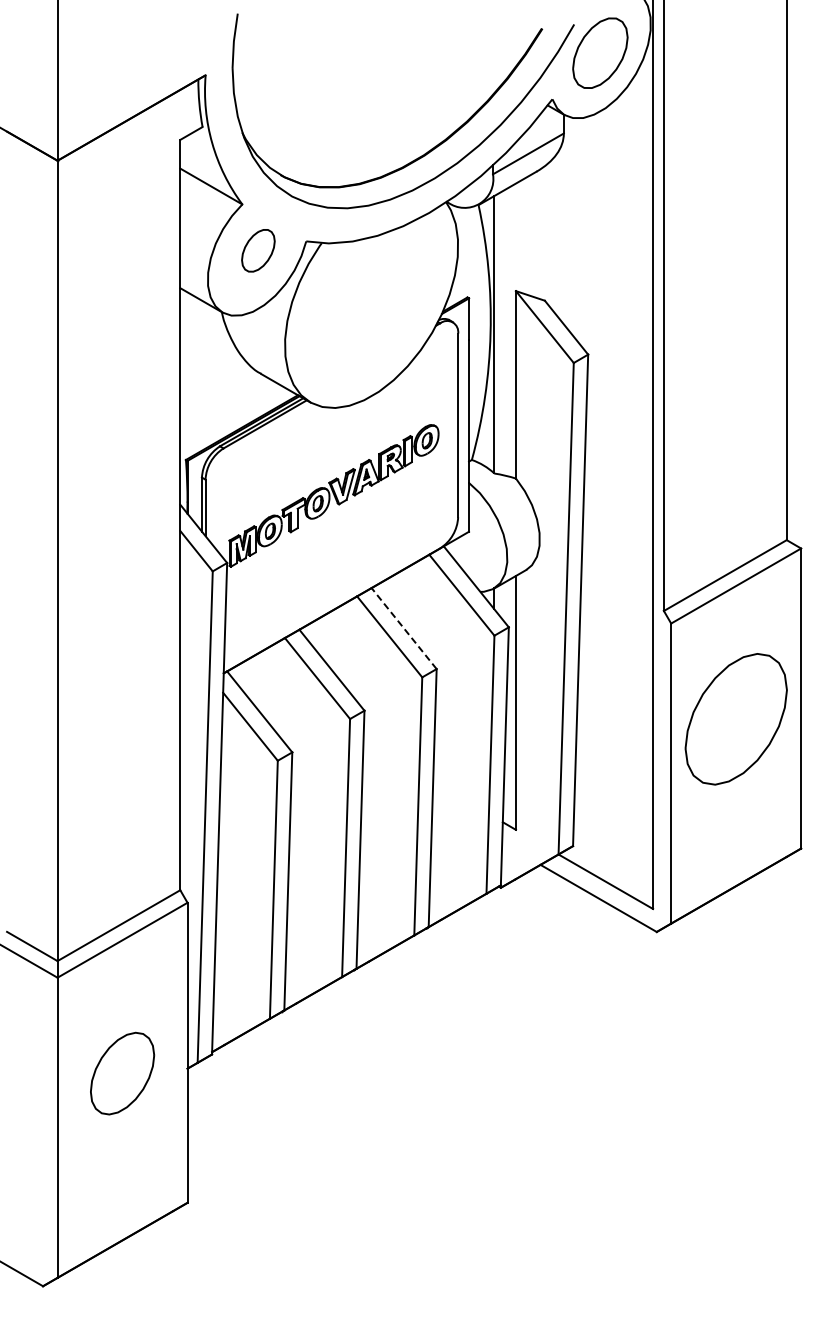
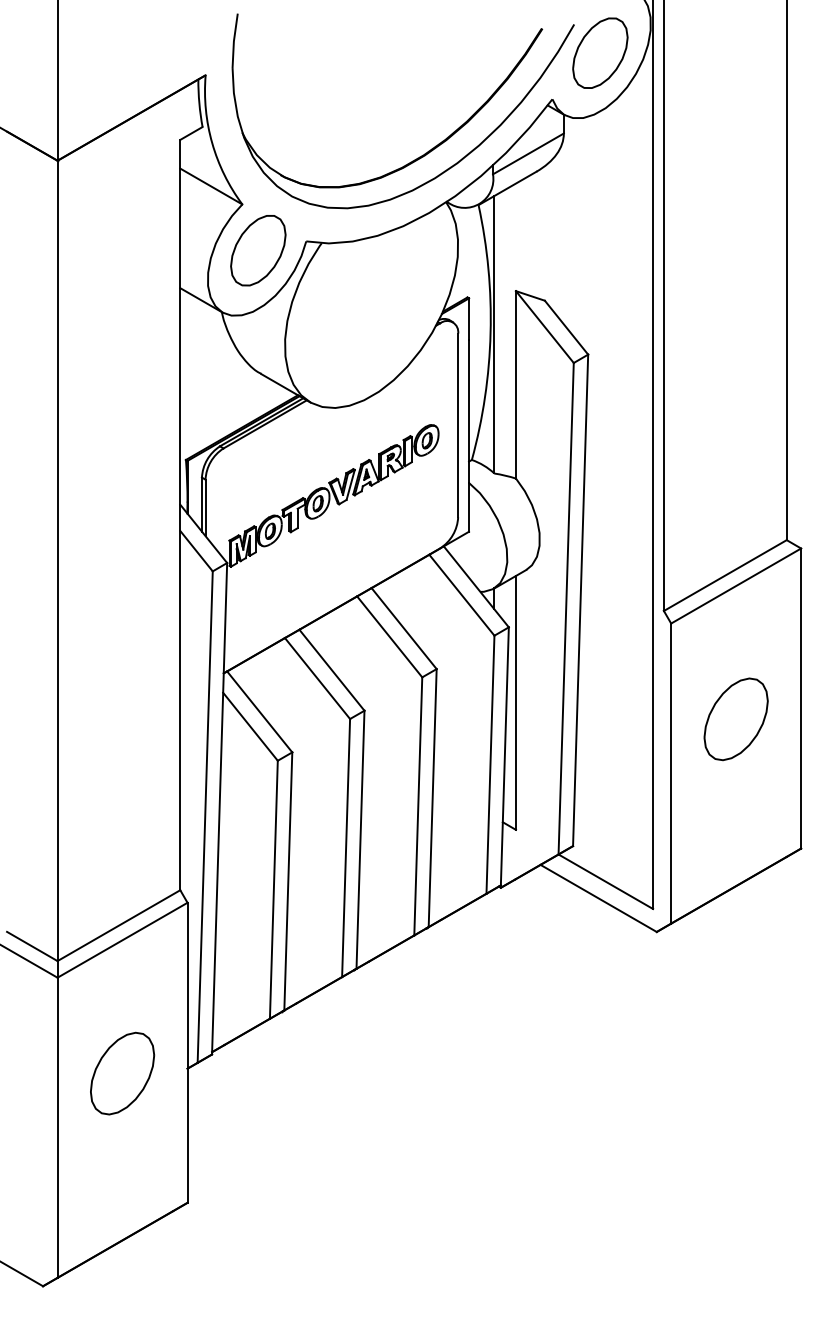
part at (258, 250) size: 35x44 px -> 57x72 px
line at (404, 628): dashed -> solid
part at (735, 719) size: 104x133 px -> 66x85 px
